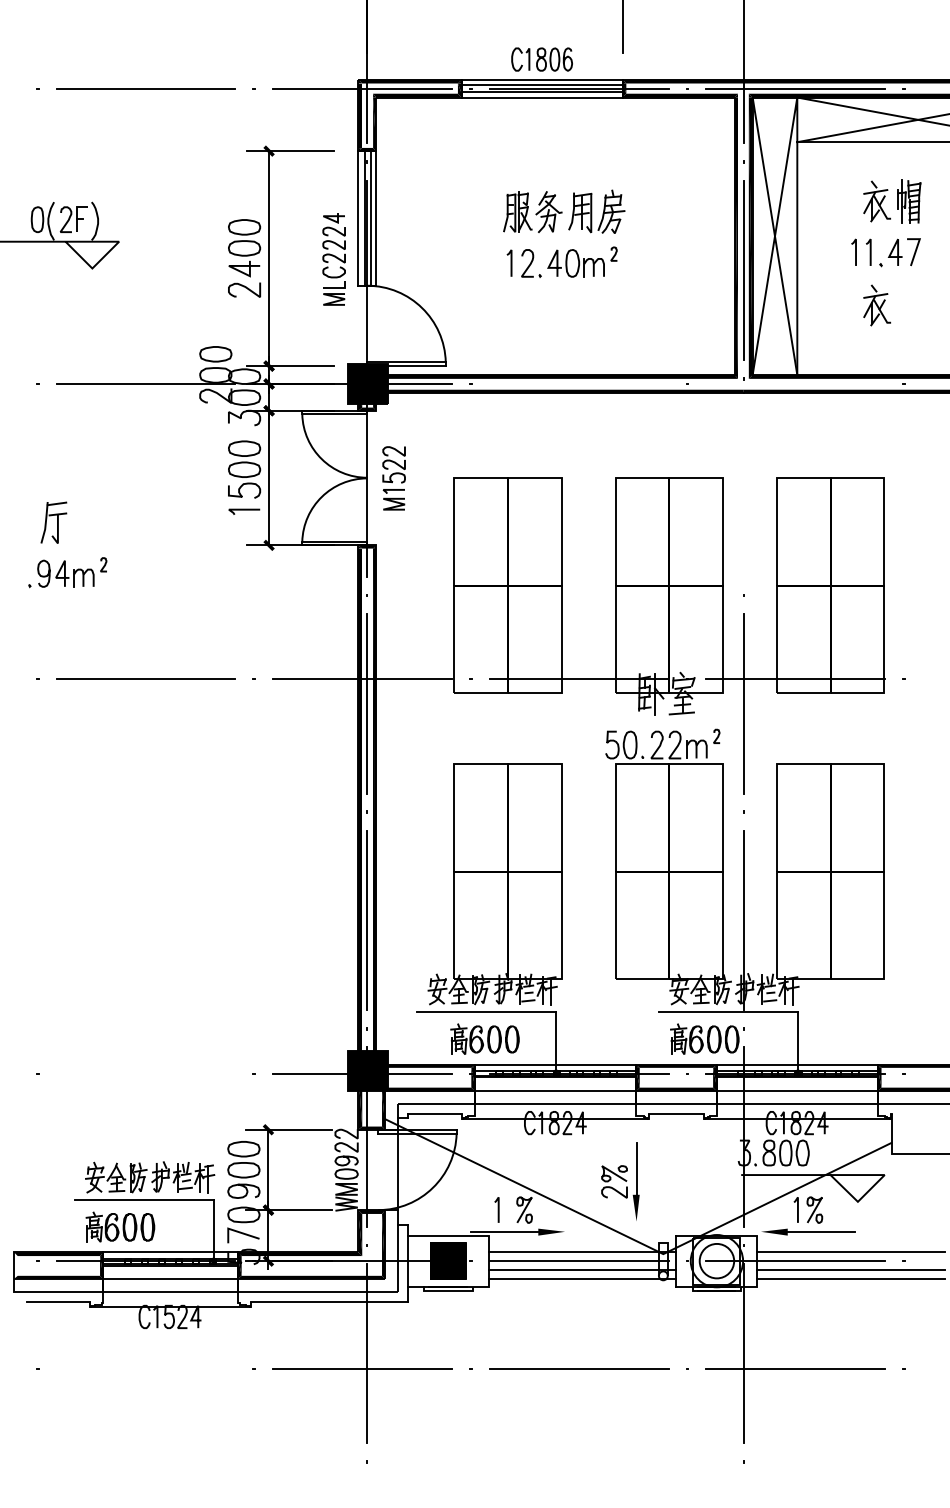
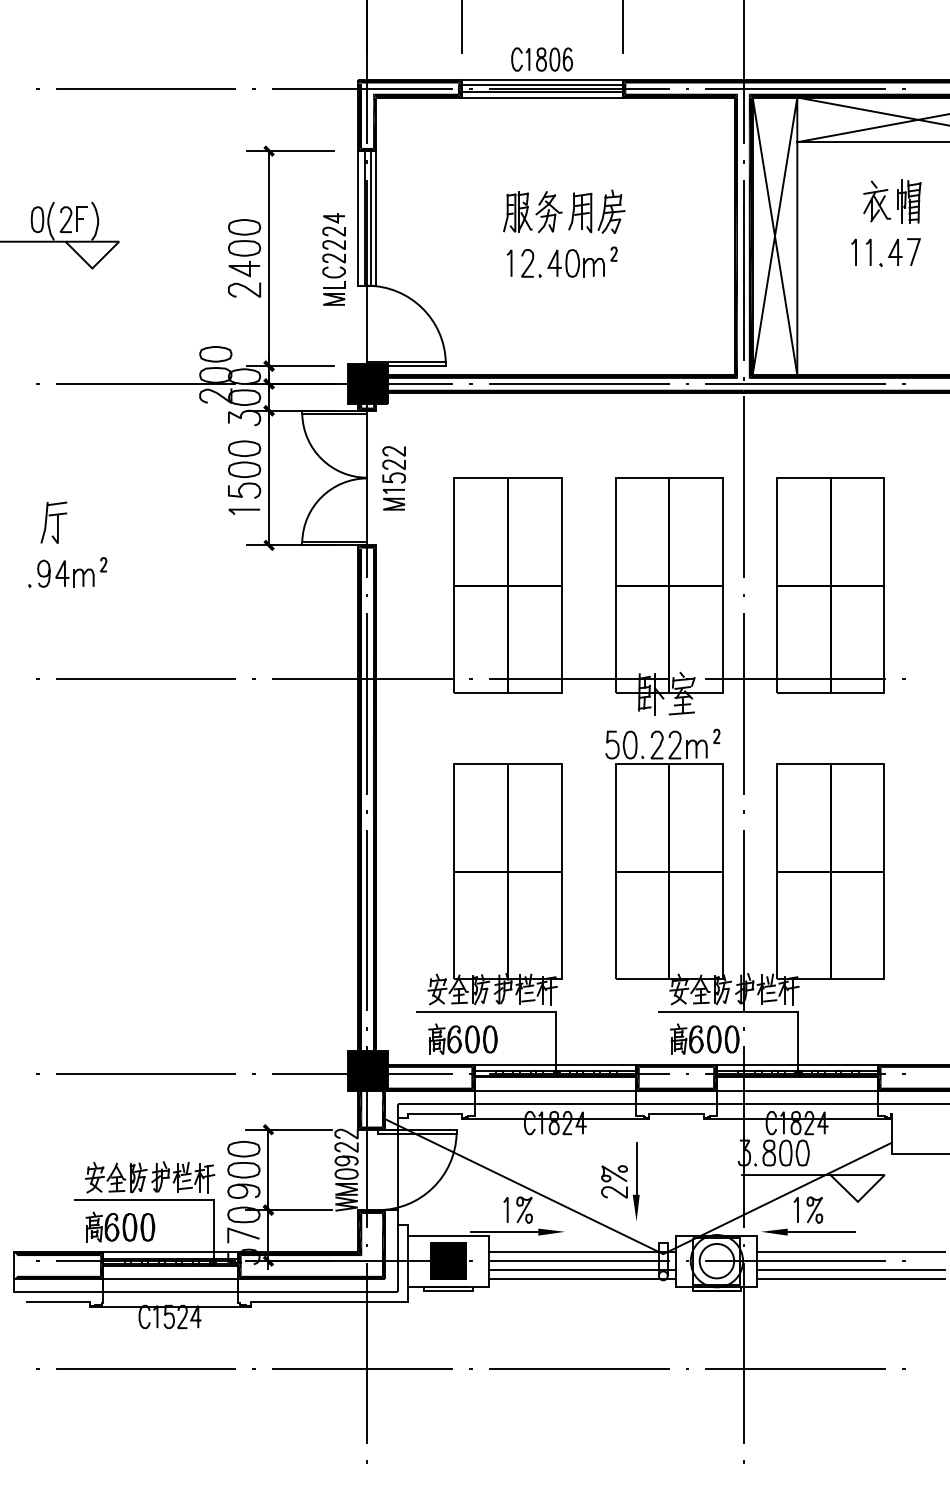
line at (461, 27): none -> present
part at (876, 305): present -> none
line at (579, 383): none -> present
line at (795, 383): none -> present
line at (743, 486): none -> present
part at (484, 1038) position: (484, 1038) -> (462, 1038)
line at (145, 1073): none -> present
line at (497, 1209) position: (497, 1209) -> (506, 1209)
line at (145, 1368): none -> present
